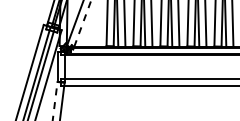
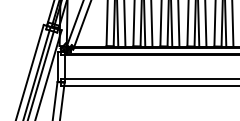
line at (82, 25): dashed -> solid
line at (55, 100): dashed -> solid
